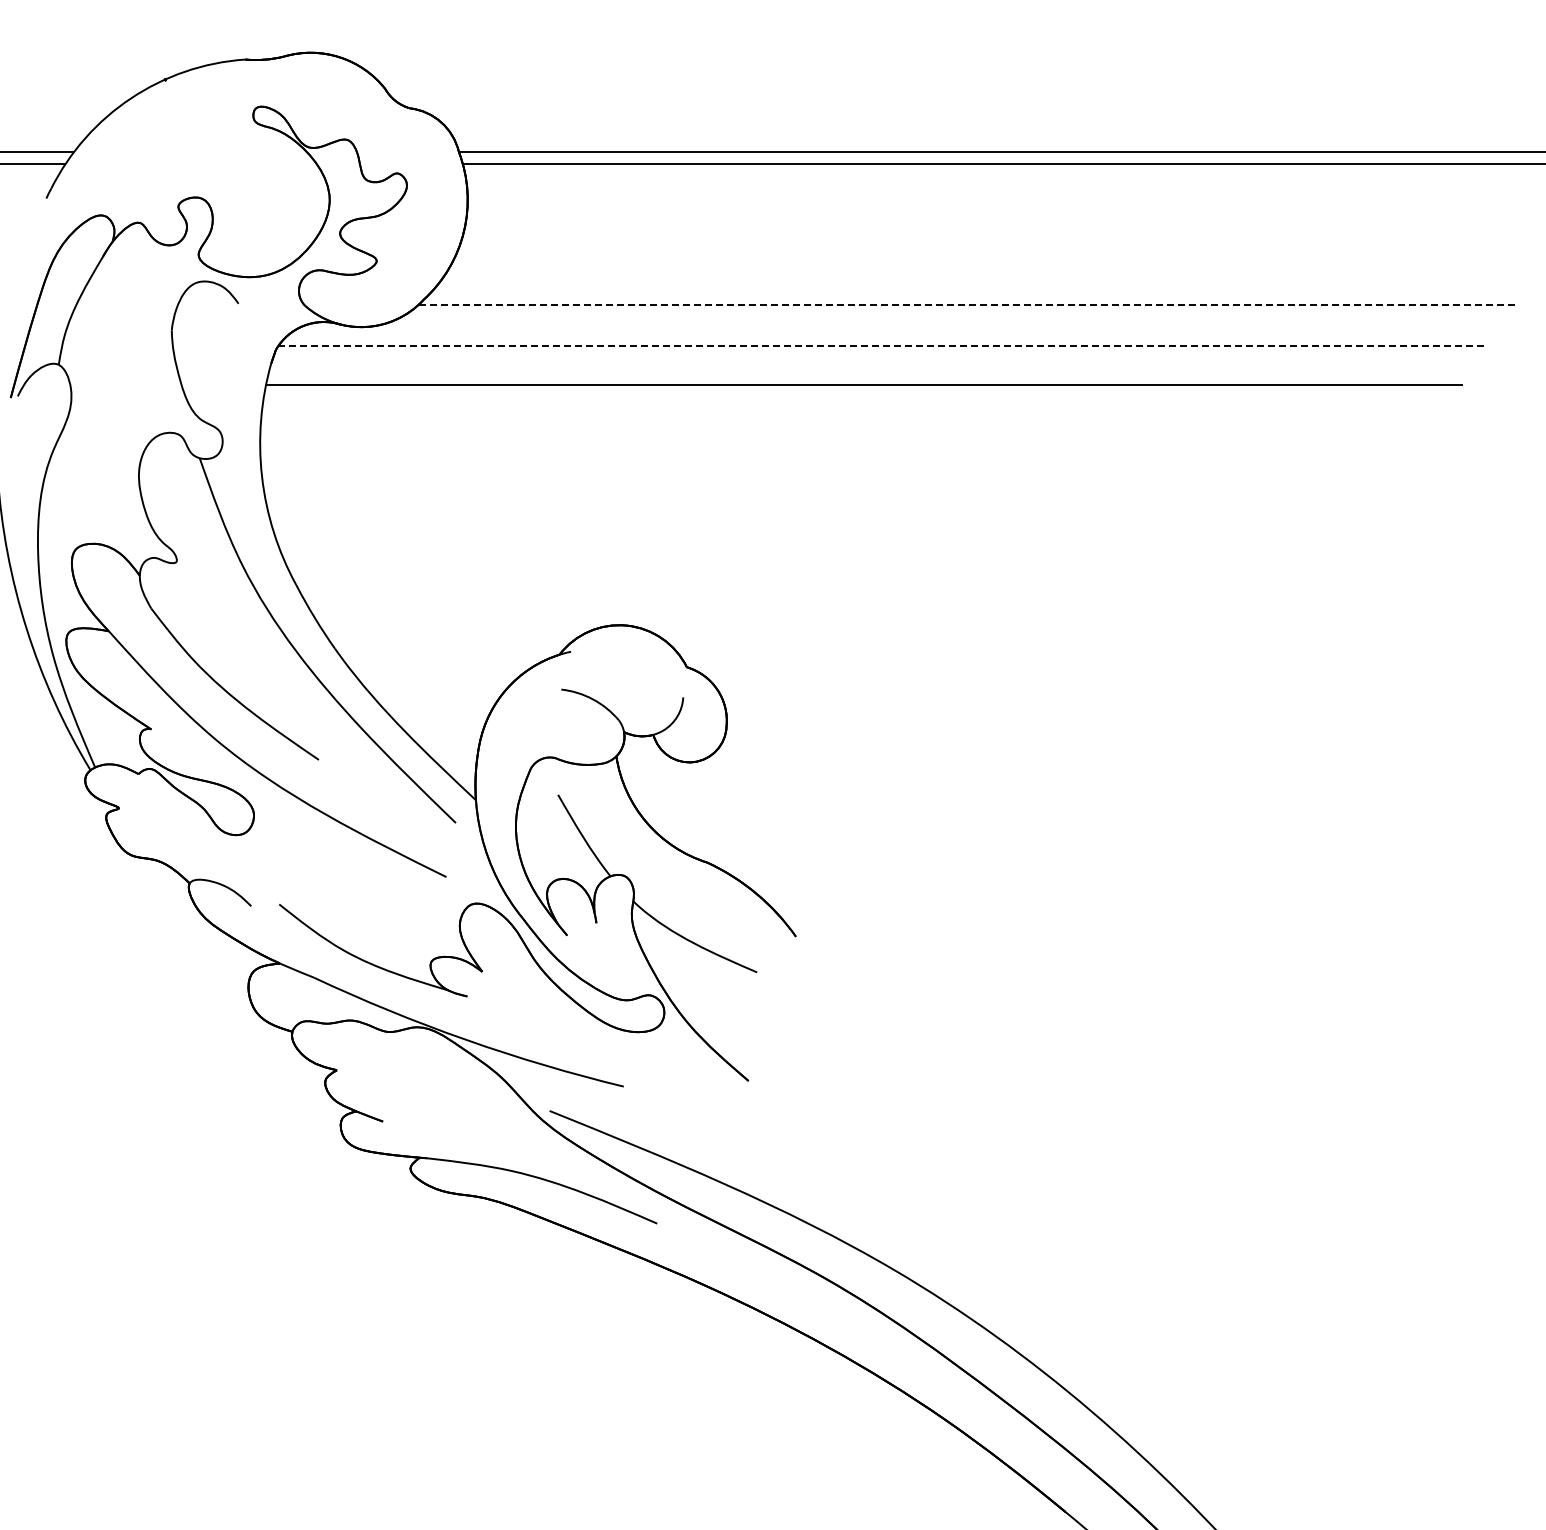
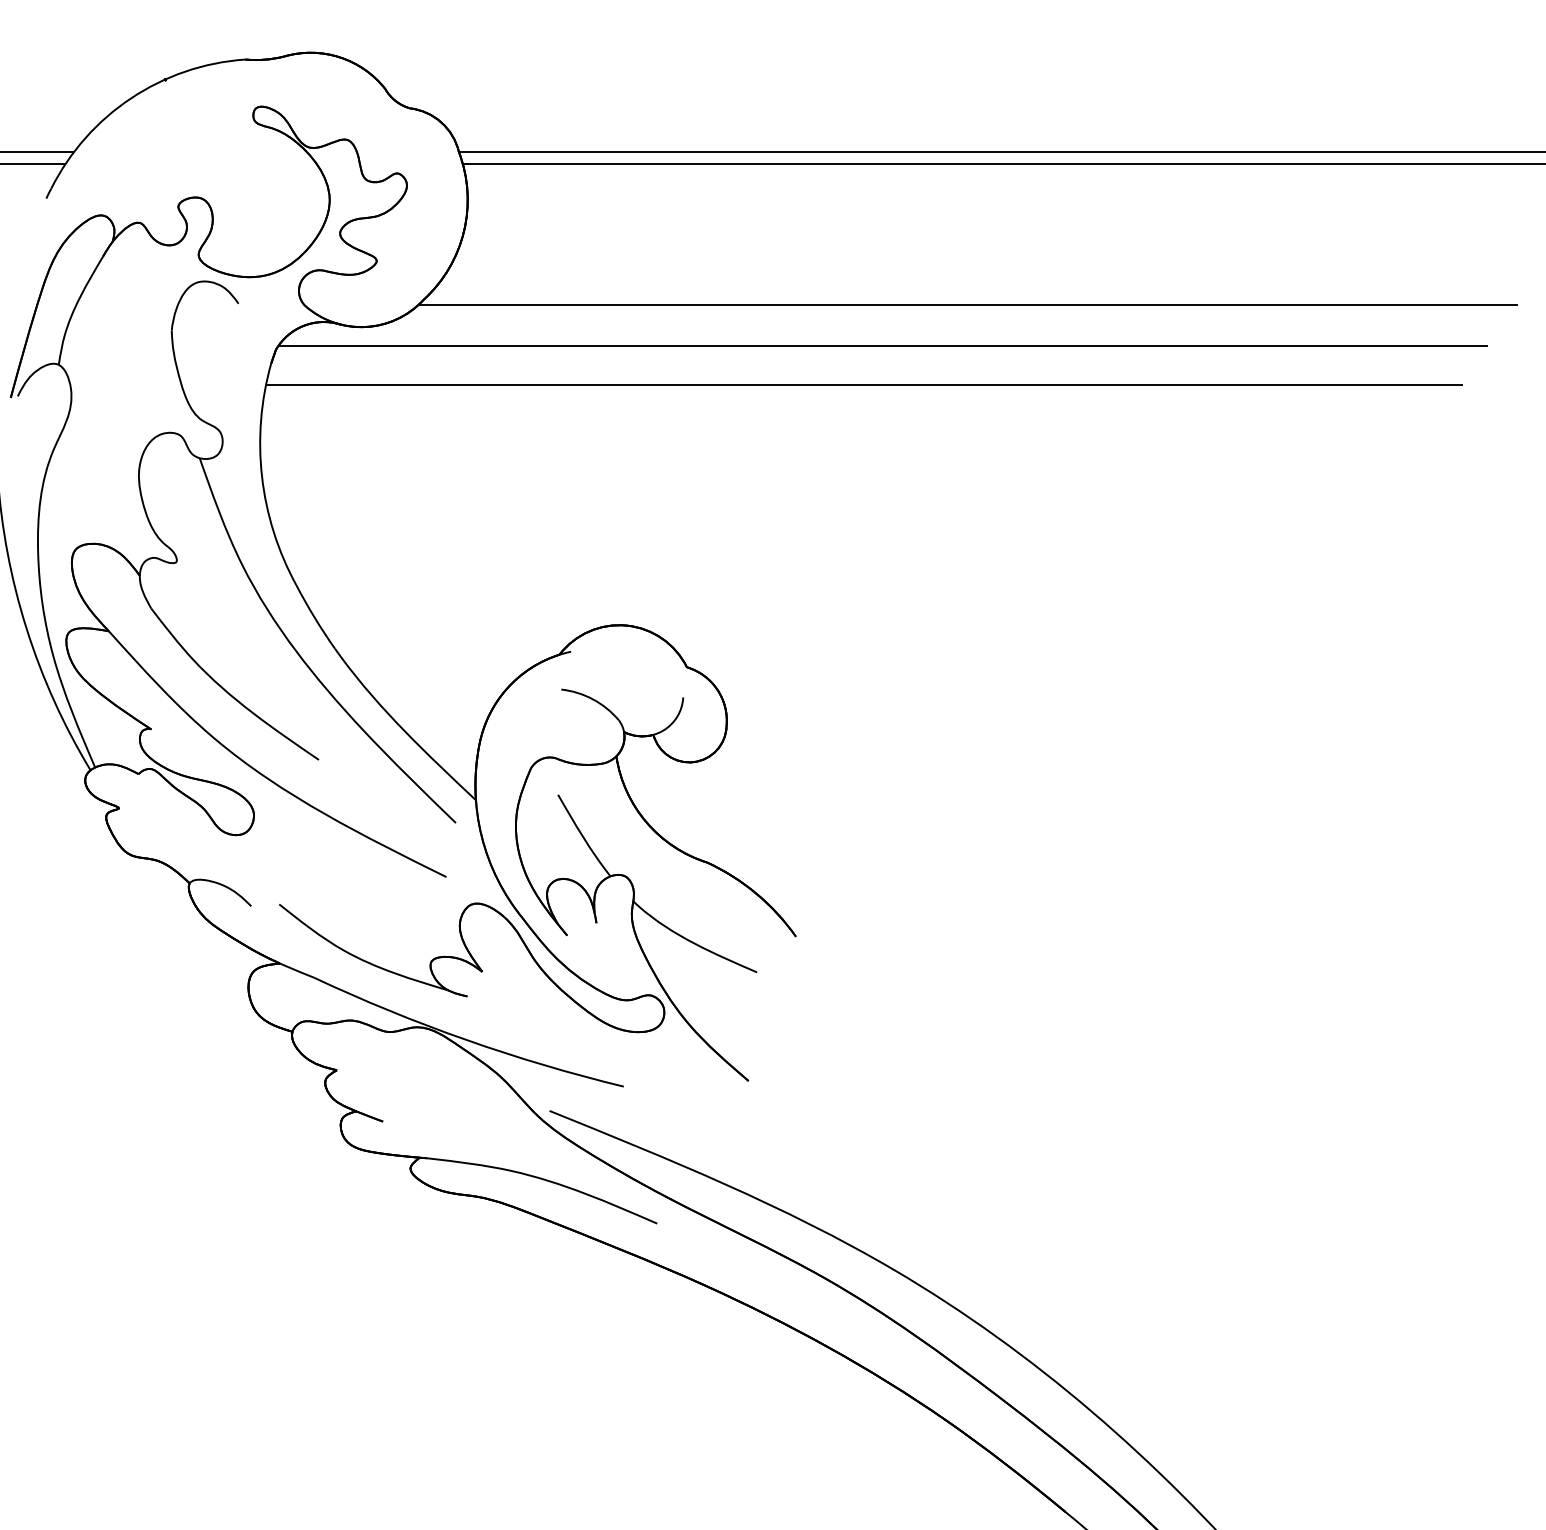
line at (968, 304): dashed -> solid
line at (882, 346): dashed -> solid
